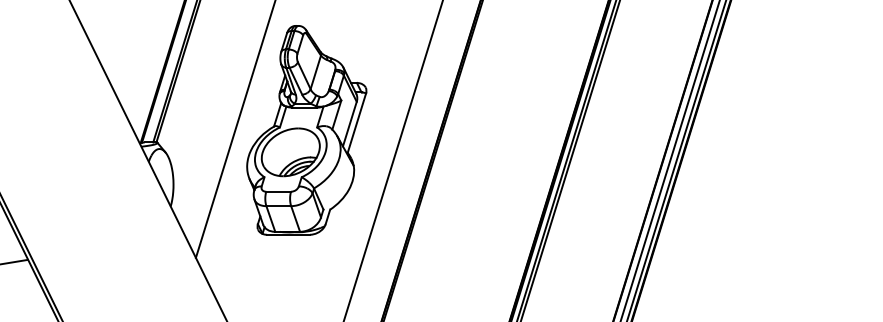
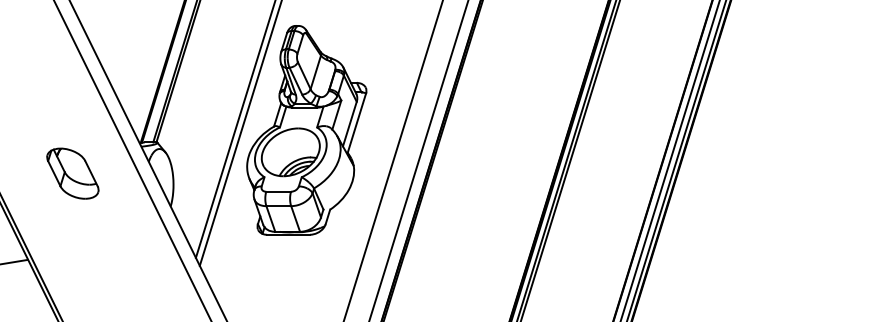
line at (240, 133): none -> present
line at (132, 160): none -> present
line at (418, 160): none -> present
part at (72, 173): none -> present
